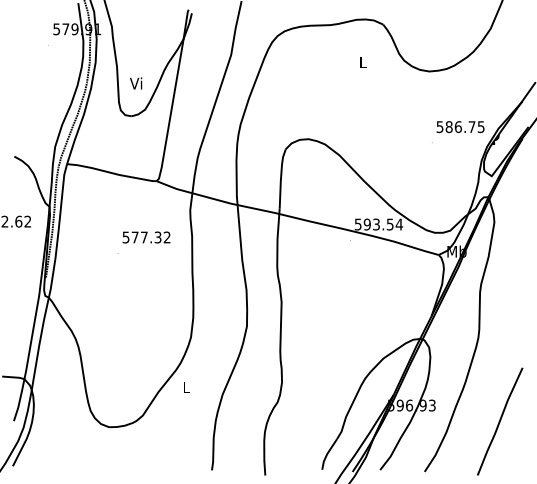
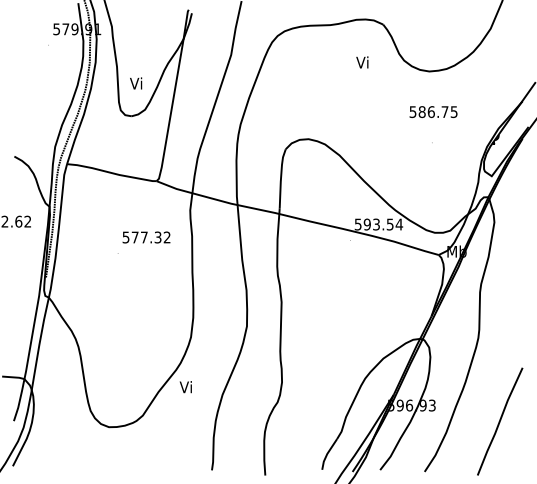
text at (362, 62): L -> Vi
text at (460, 126) position: (460, 126) -> (433, 111)
text at (185, 387): L -> Vi
